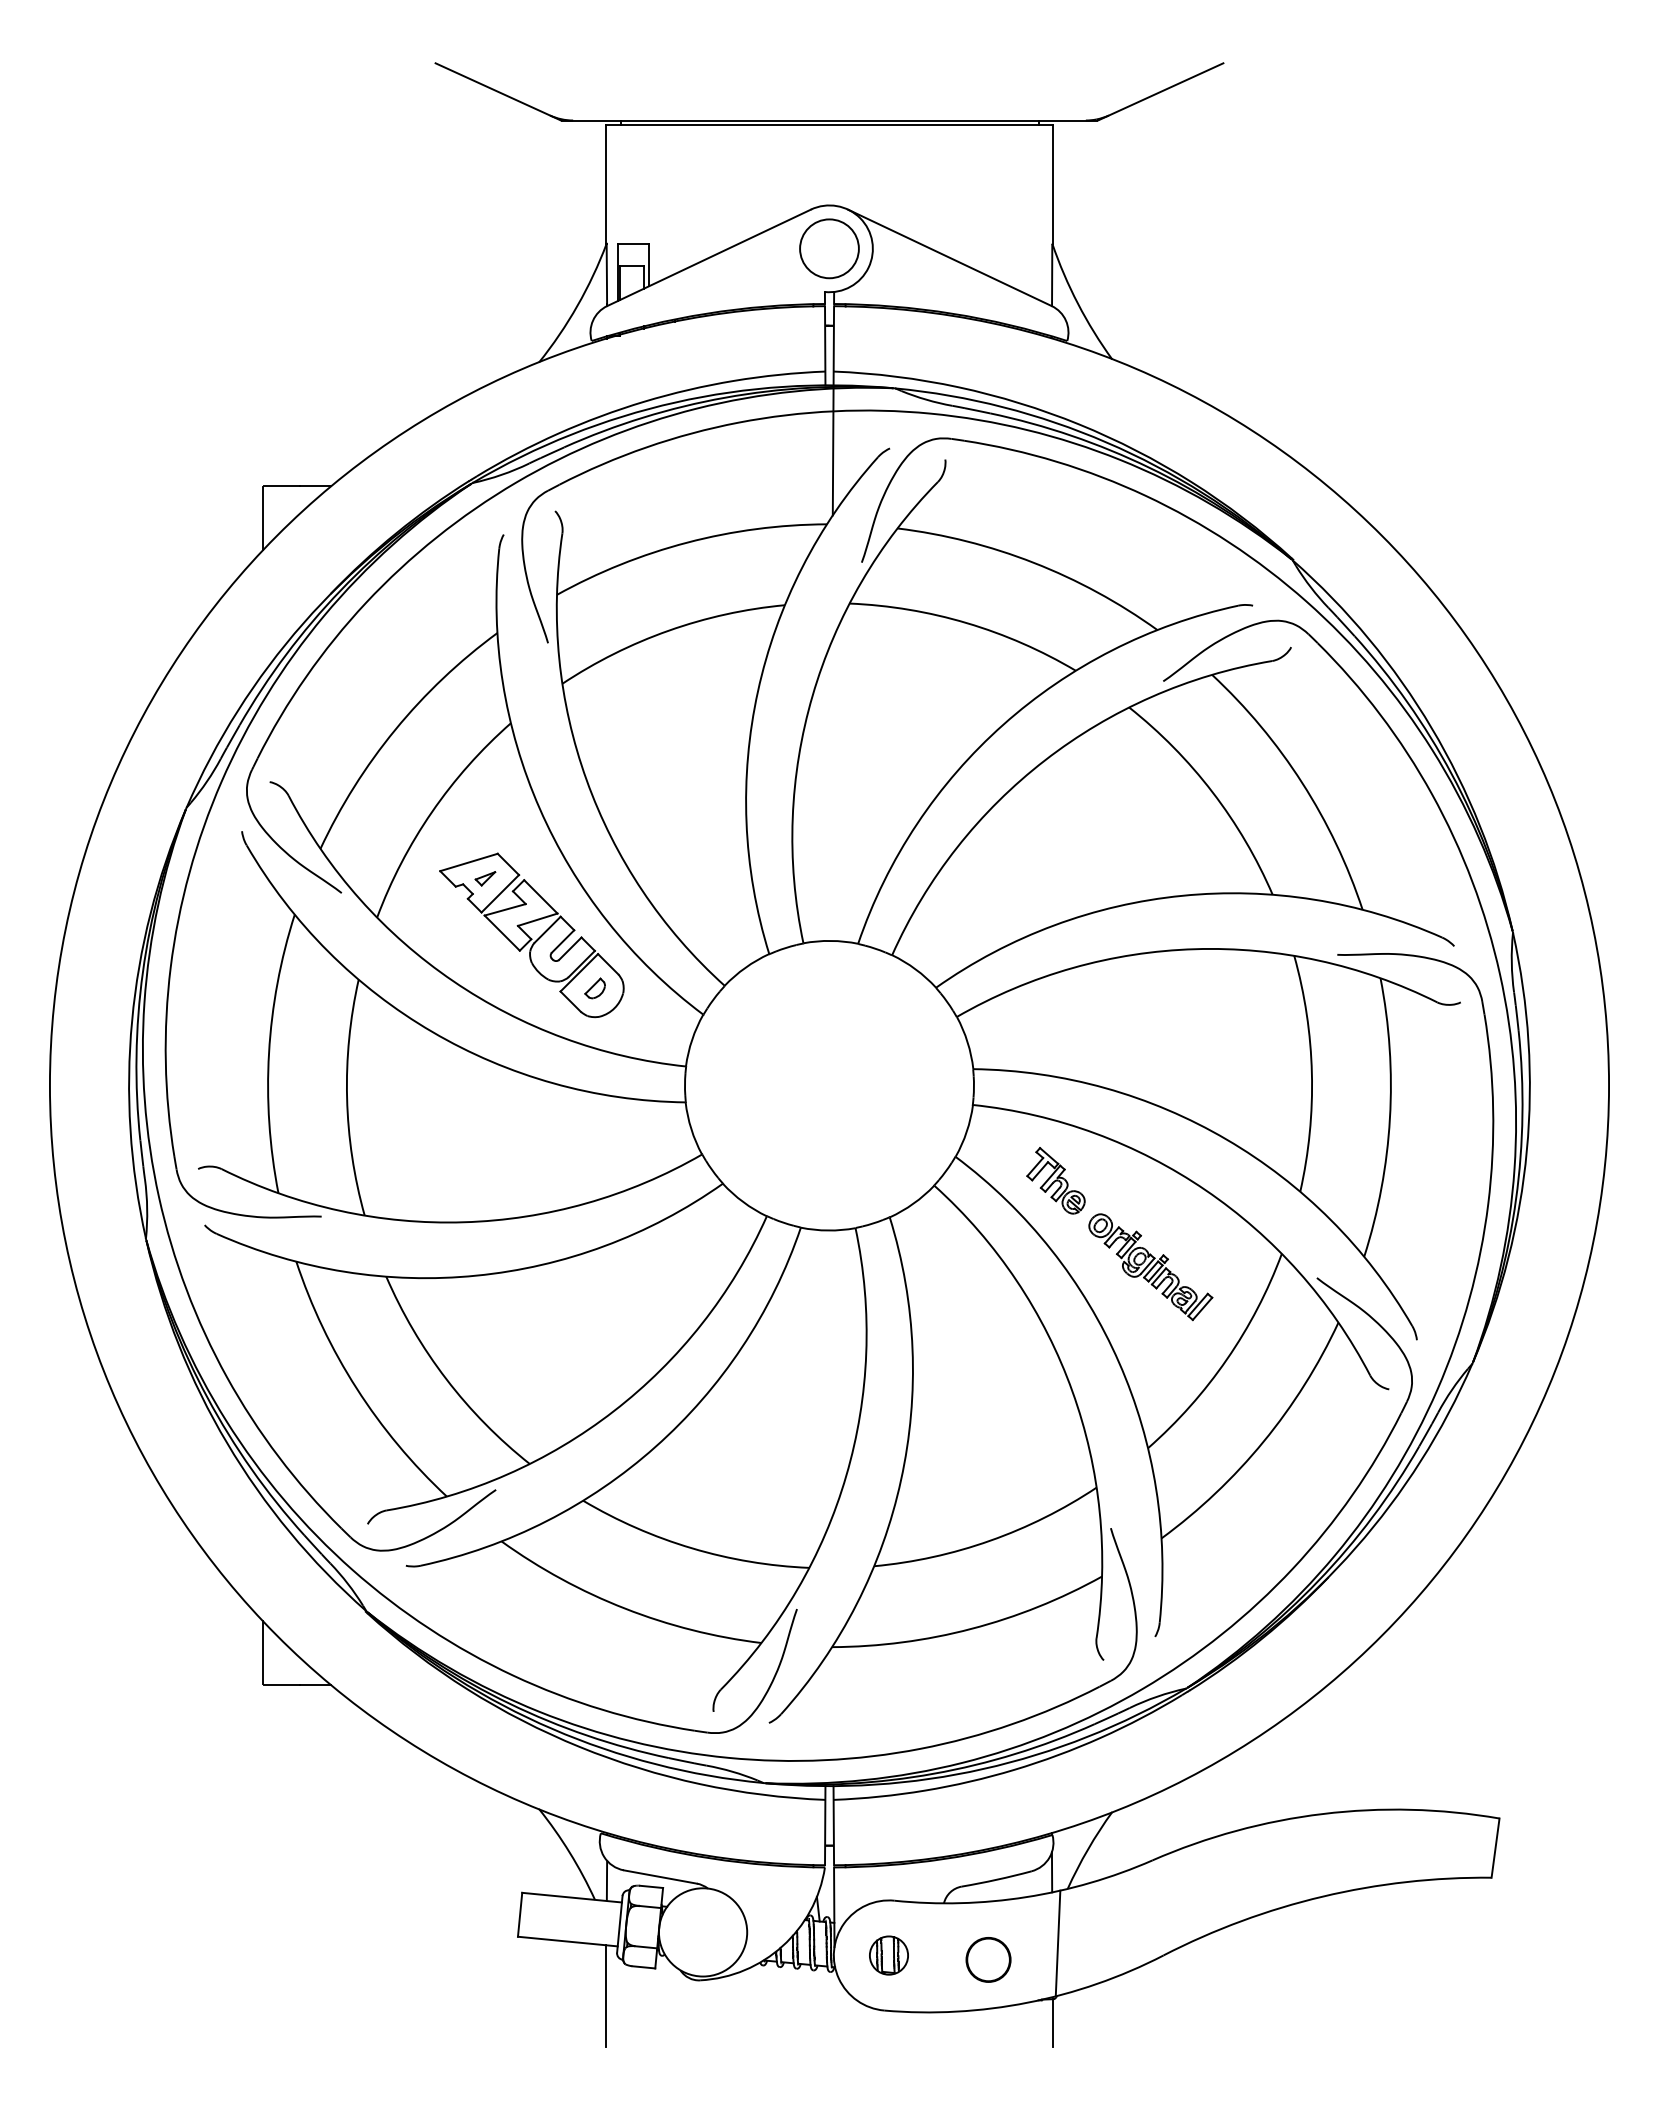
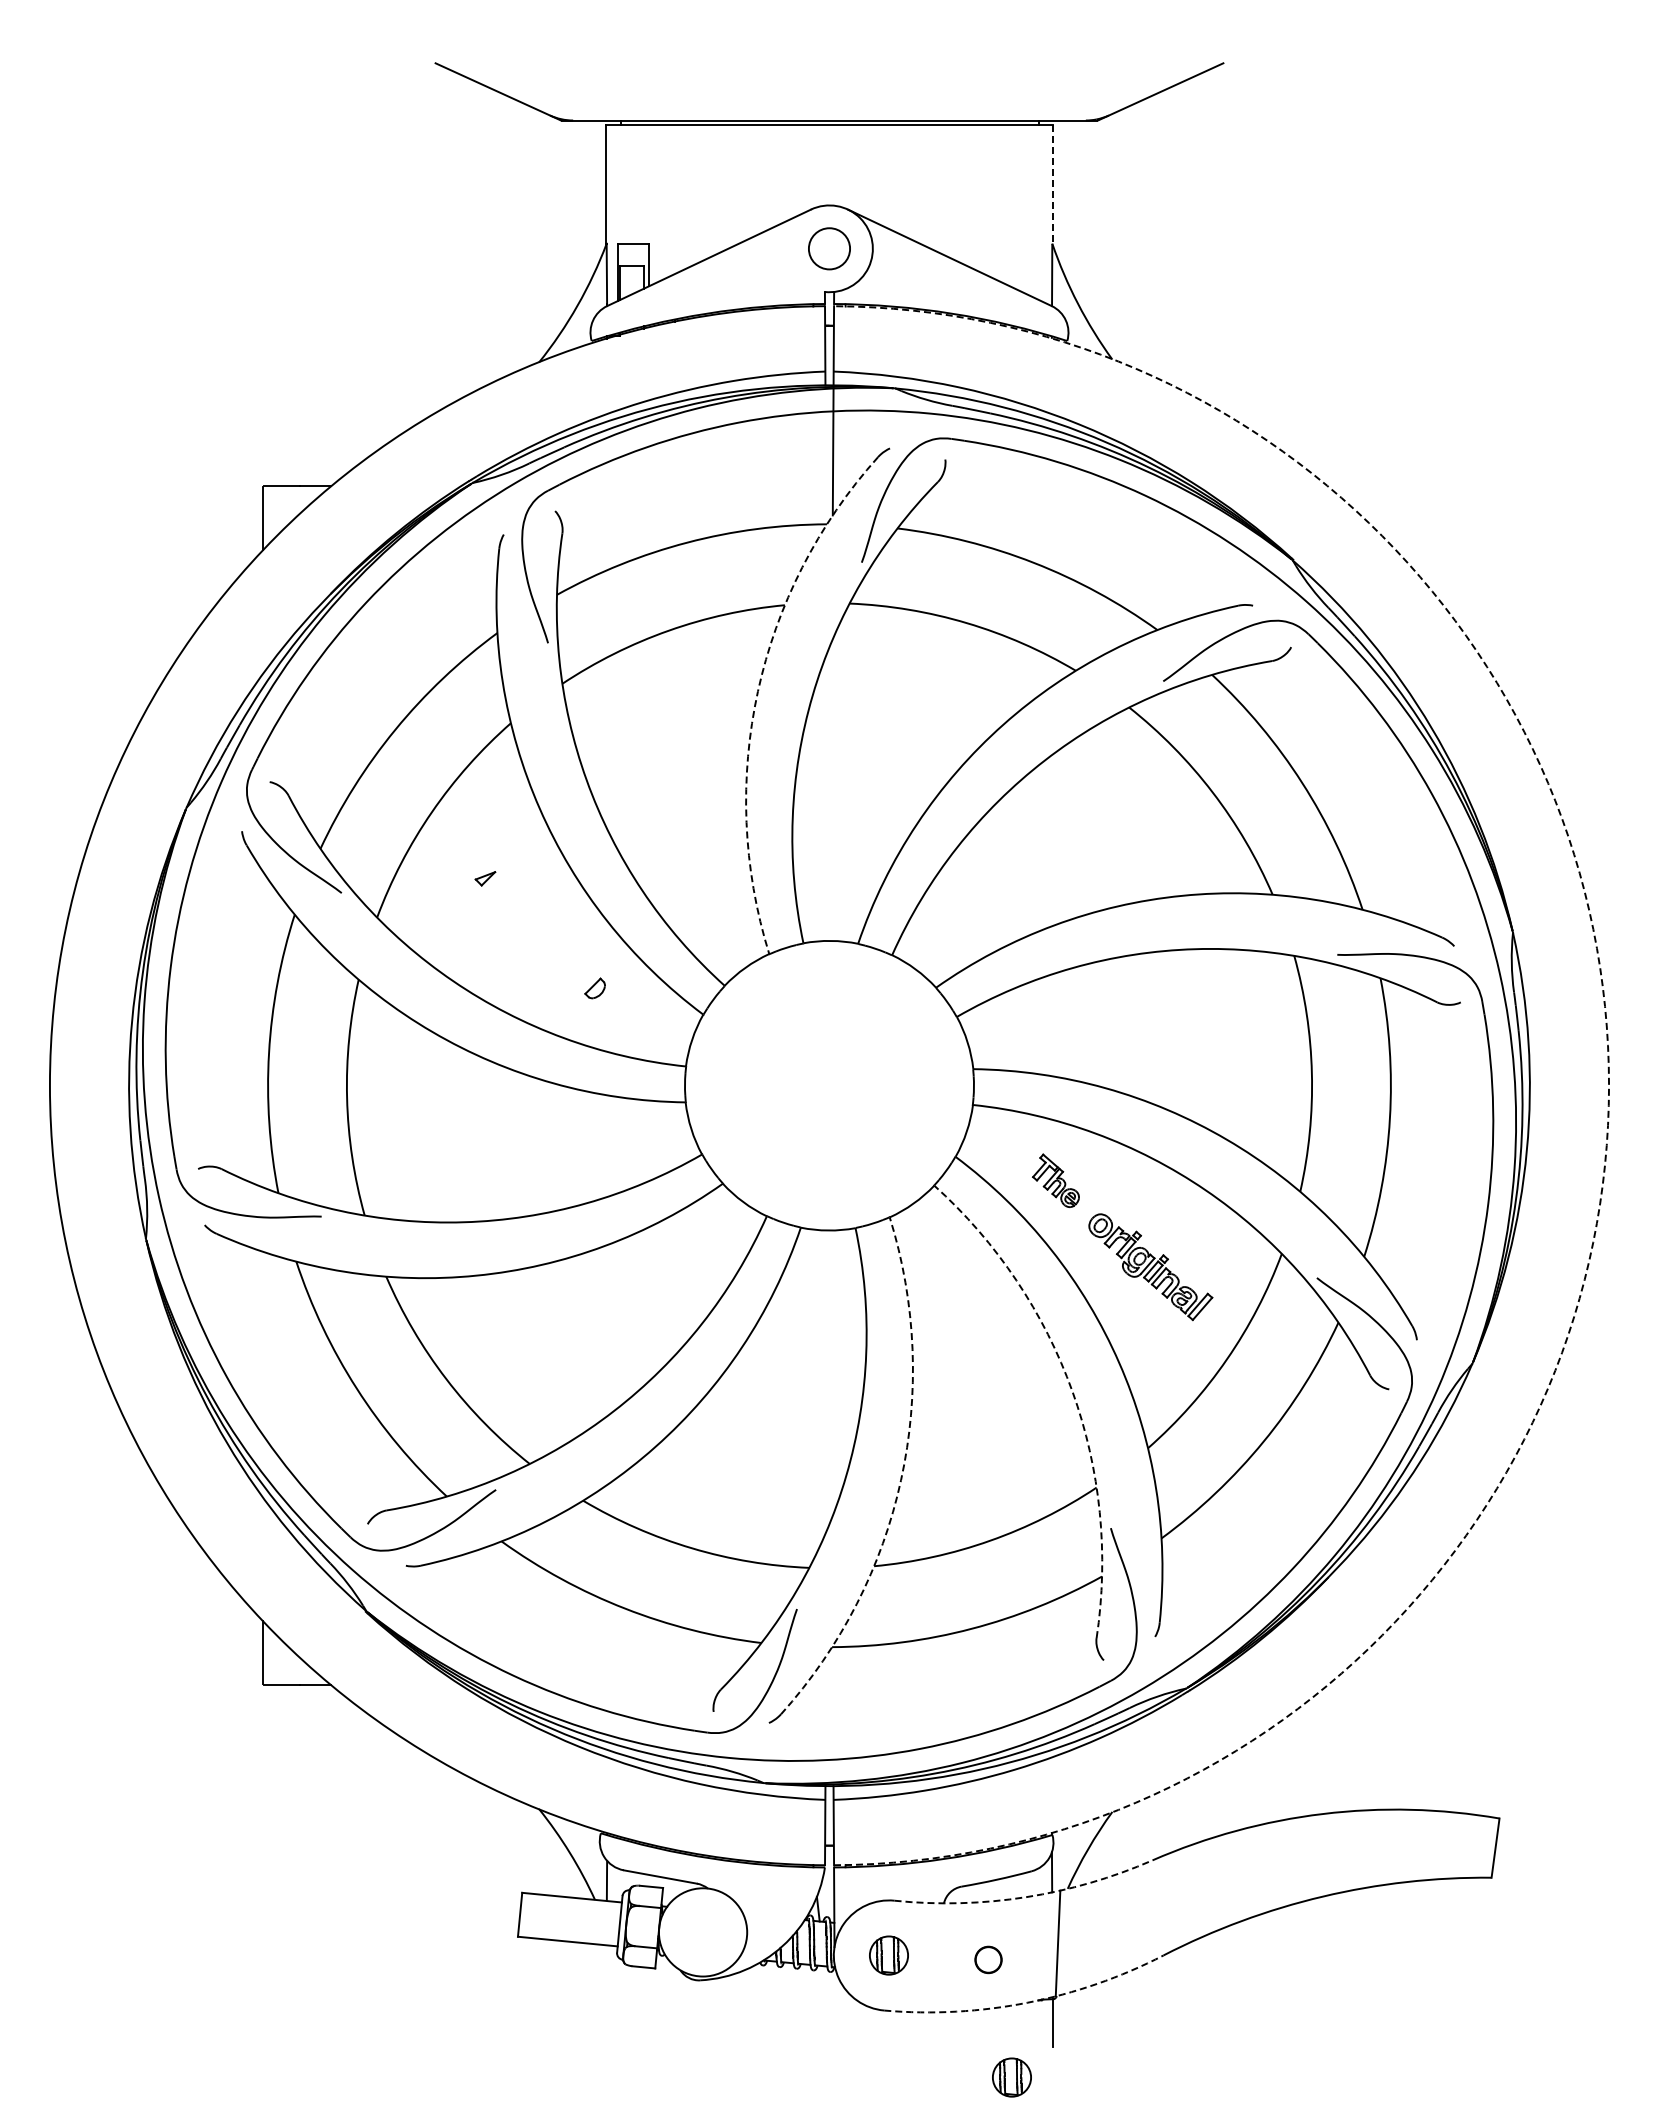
line at (1053, 184): solid -> dashed
circle at (829, 248) diameter: 59 px -> 41 px
arc at (757, 691): solid -> dashed
part at (531, 935): present -> none
arc at (1609, 1085): solid -> dashed
part at (1055, 1180) size: 60x68 px -> 48x55 px
arc at (1072, 1391): solid -> dashed
arc at (901, 1480): solid -> dashed
arc at (1026, 1897): solid -> dashed
circle at (988, 1959) size: 47x46 px -> 29x30 px
line at (605, 1995): present -> none
arc at (1027, 2002): solid -> dashed
part at (1011, 2077): none -> present
